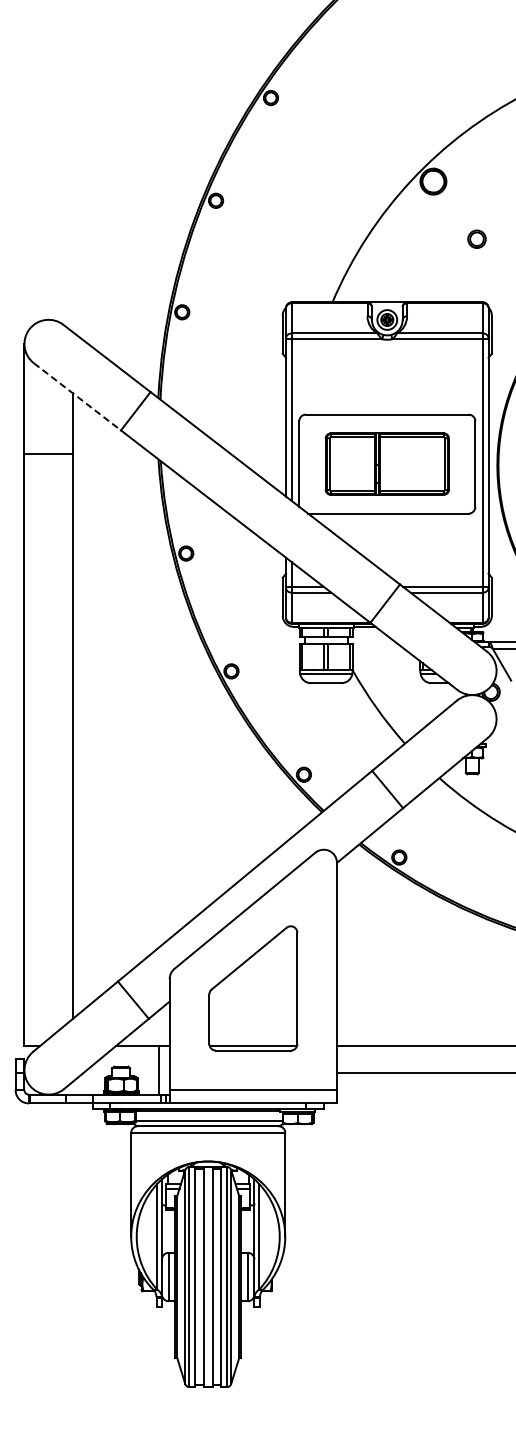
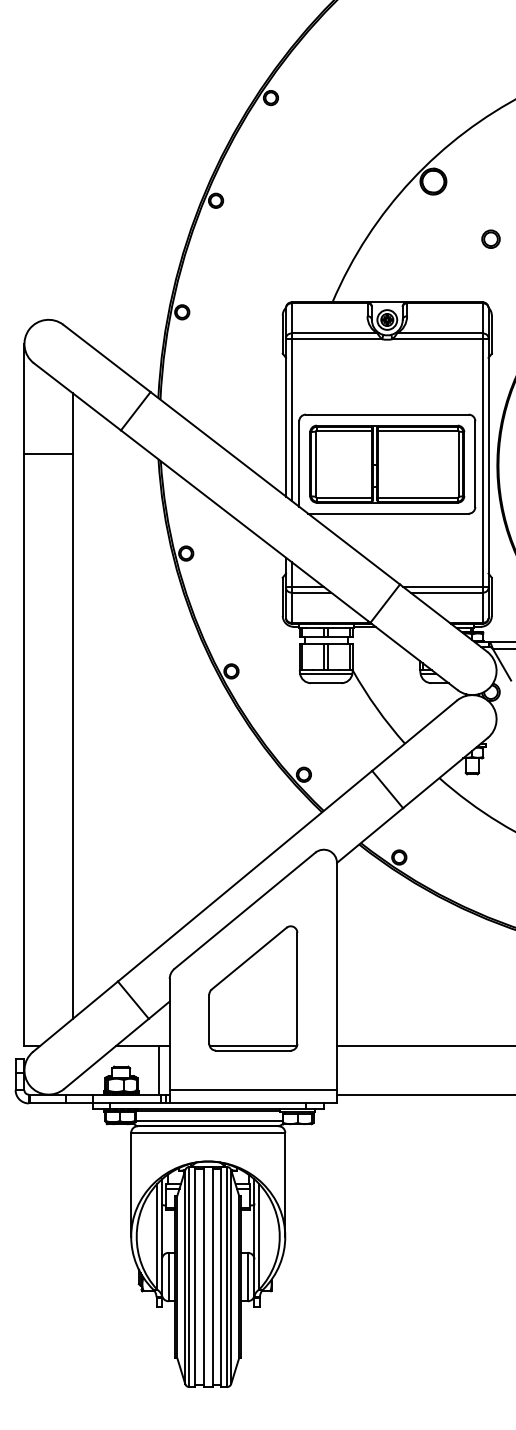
part at (476, 238) position: (476, 238) -> (490, 238)
line at (77, 397): dashed -> solid
part at (386, 463) size: 126x64 px -> 157x80 px
line at (424, 1072) position: (424, 1072) -> (424, 1094)
